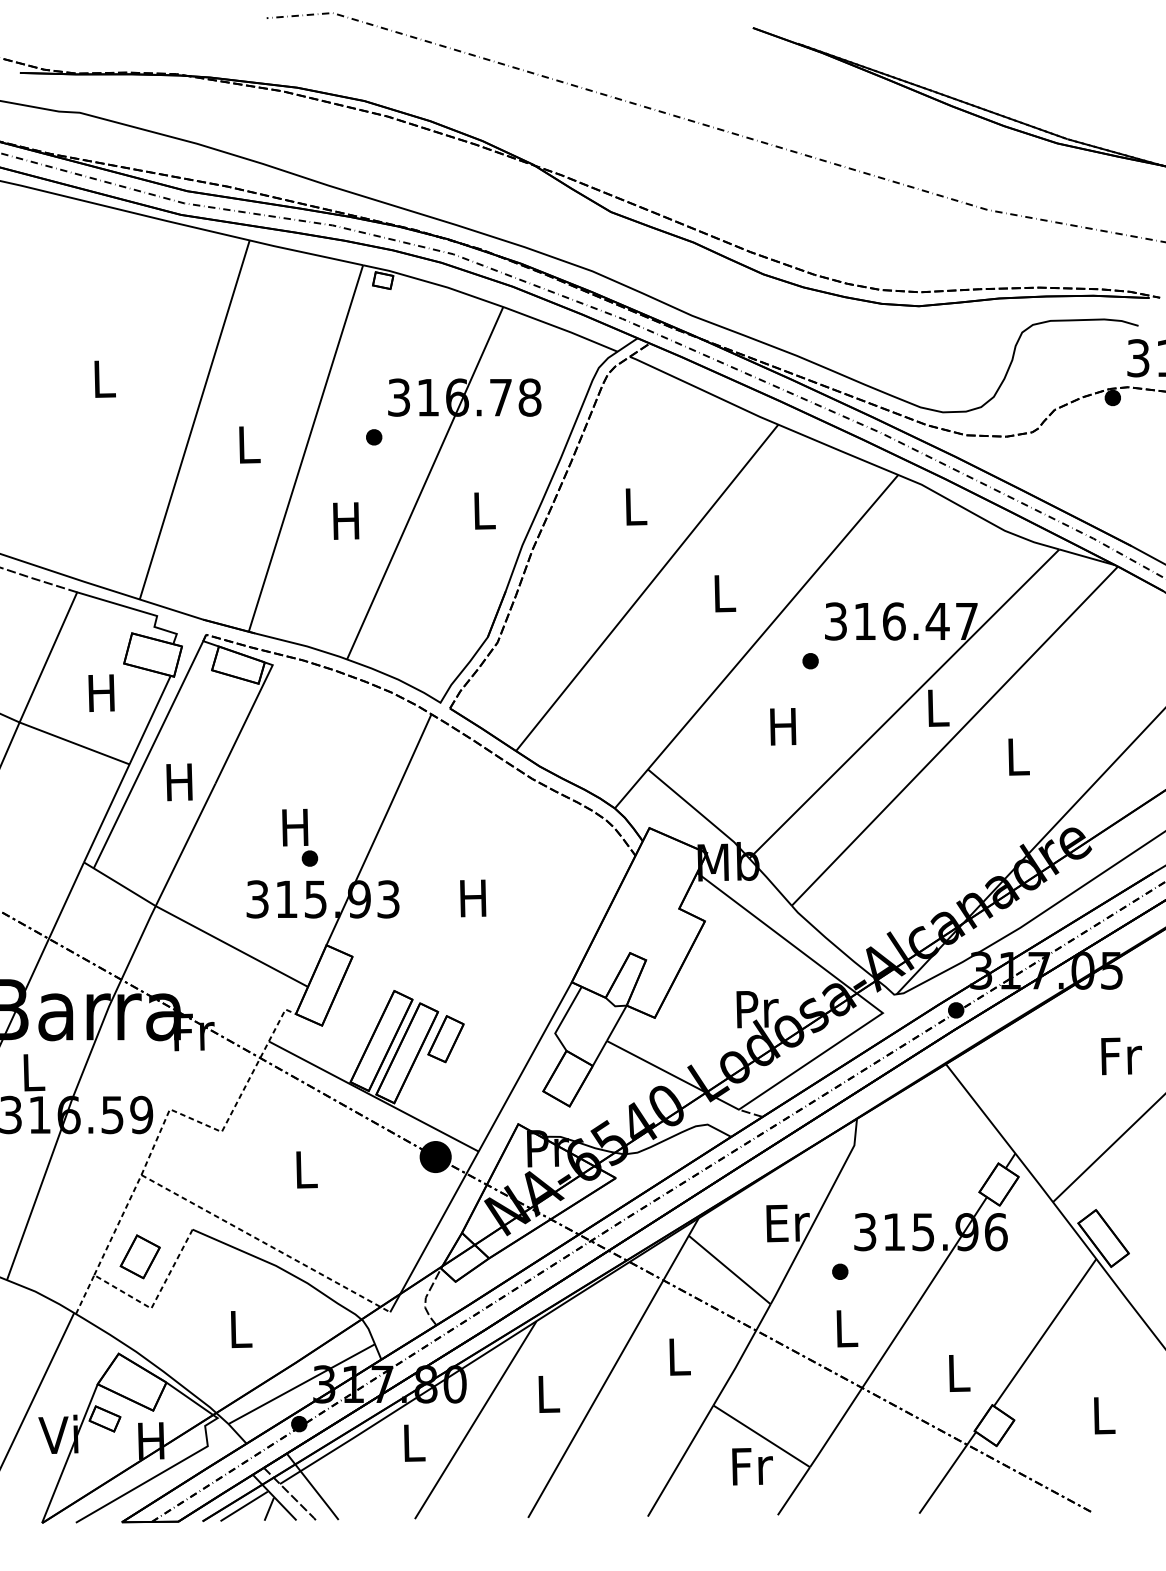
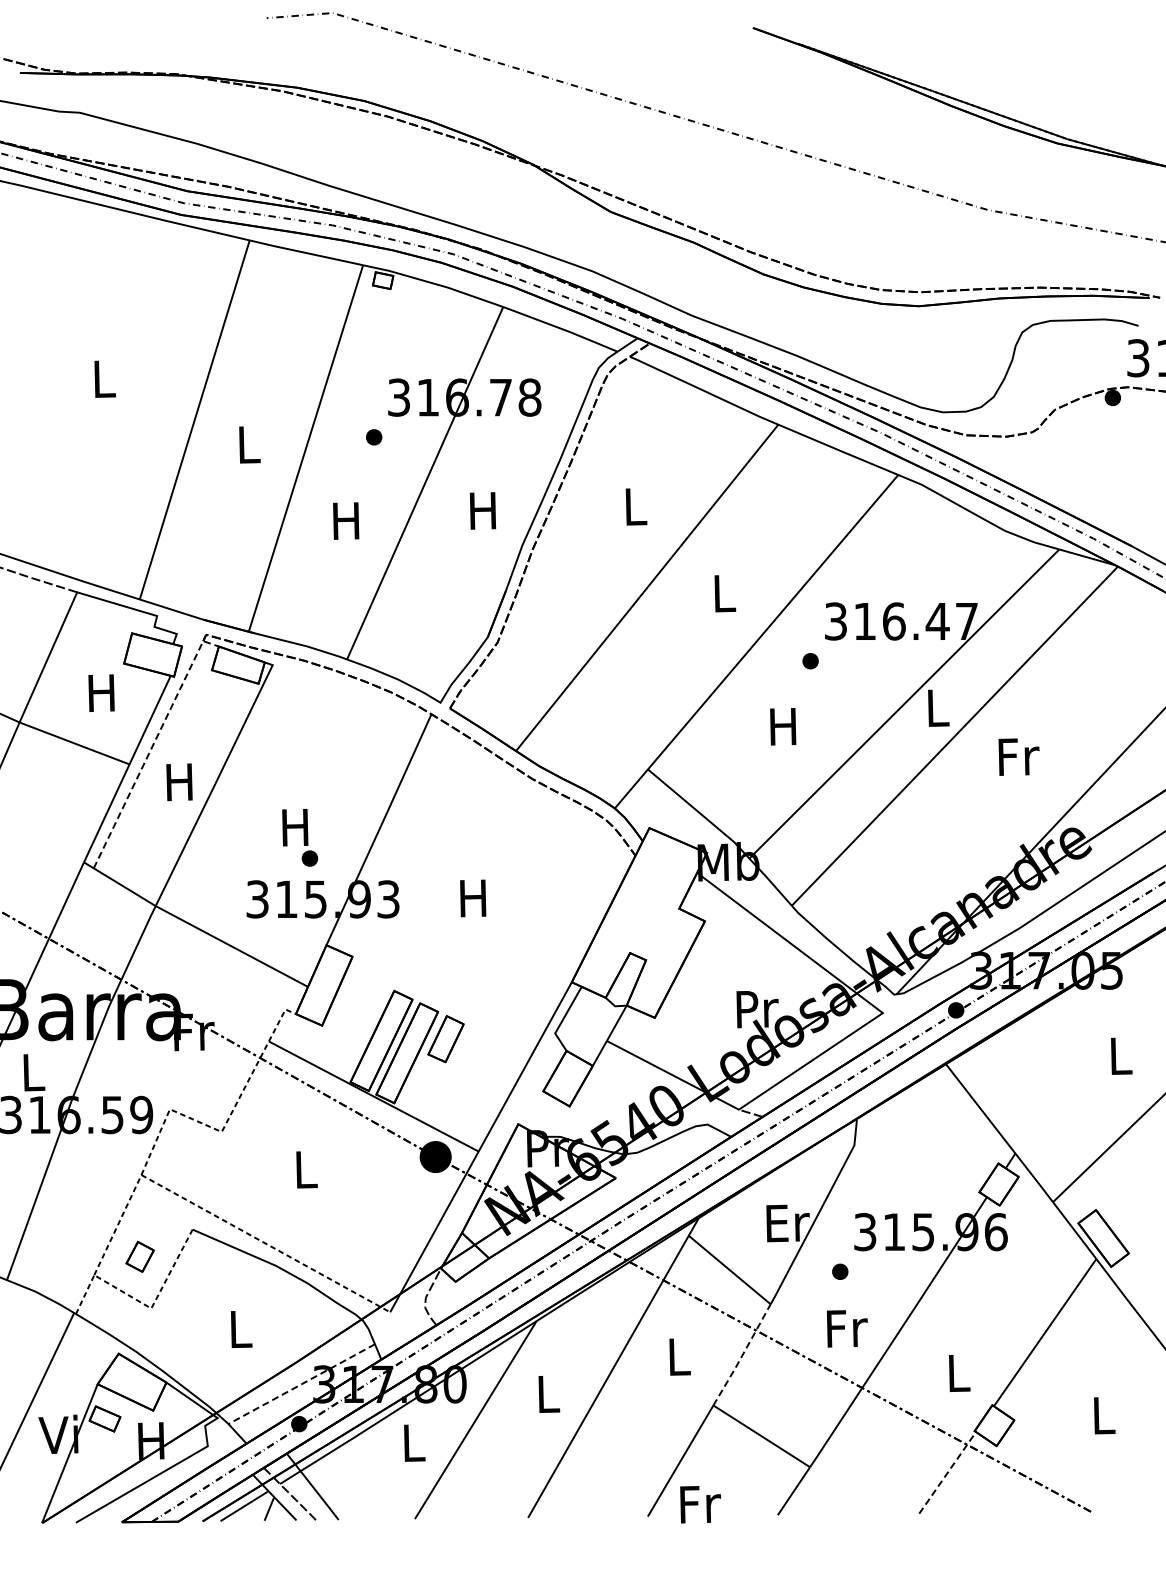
text at (482, 510): L -> H
line at (152, 746): solid -> dashed
text at (1018, 756): L -> Fr
text at (1121, 1056): Fr -> L
part at (139, 1256) size: 42x46 px -> 30x33 px
text at (846, 1328): L -> Fr
line at (742, 1355): solid -> dashed
line at (301, 1384): solid -> dashed
text at (752, 1466) position: (752, 1466) -> (700, 1504)
line at (947, 1472): solid -> dashed
